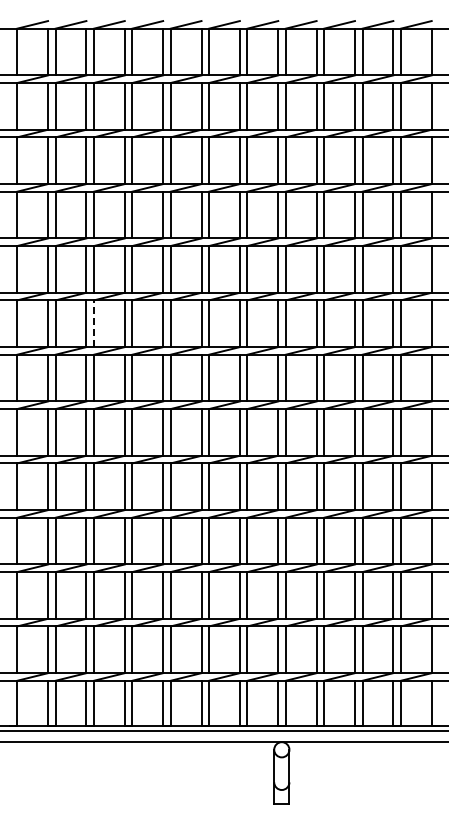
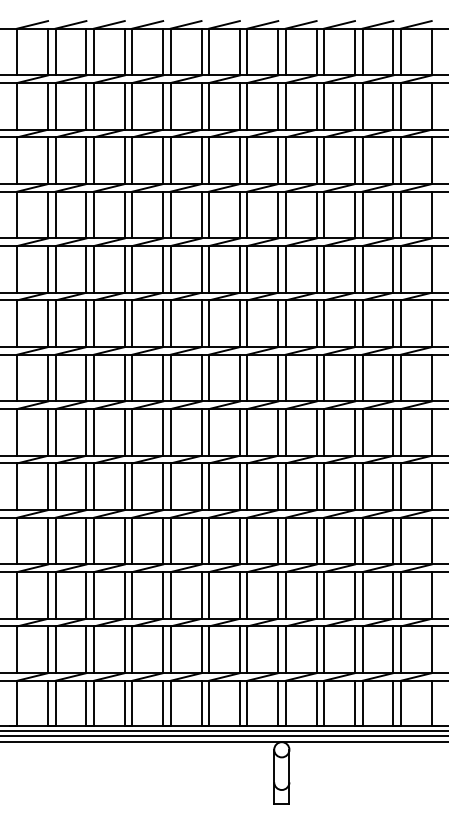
line at (94, 323): dashed -> solid
line at (223, 735): none -> present
